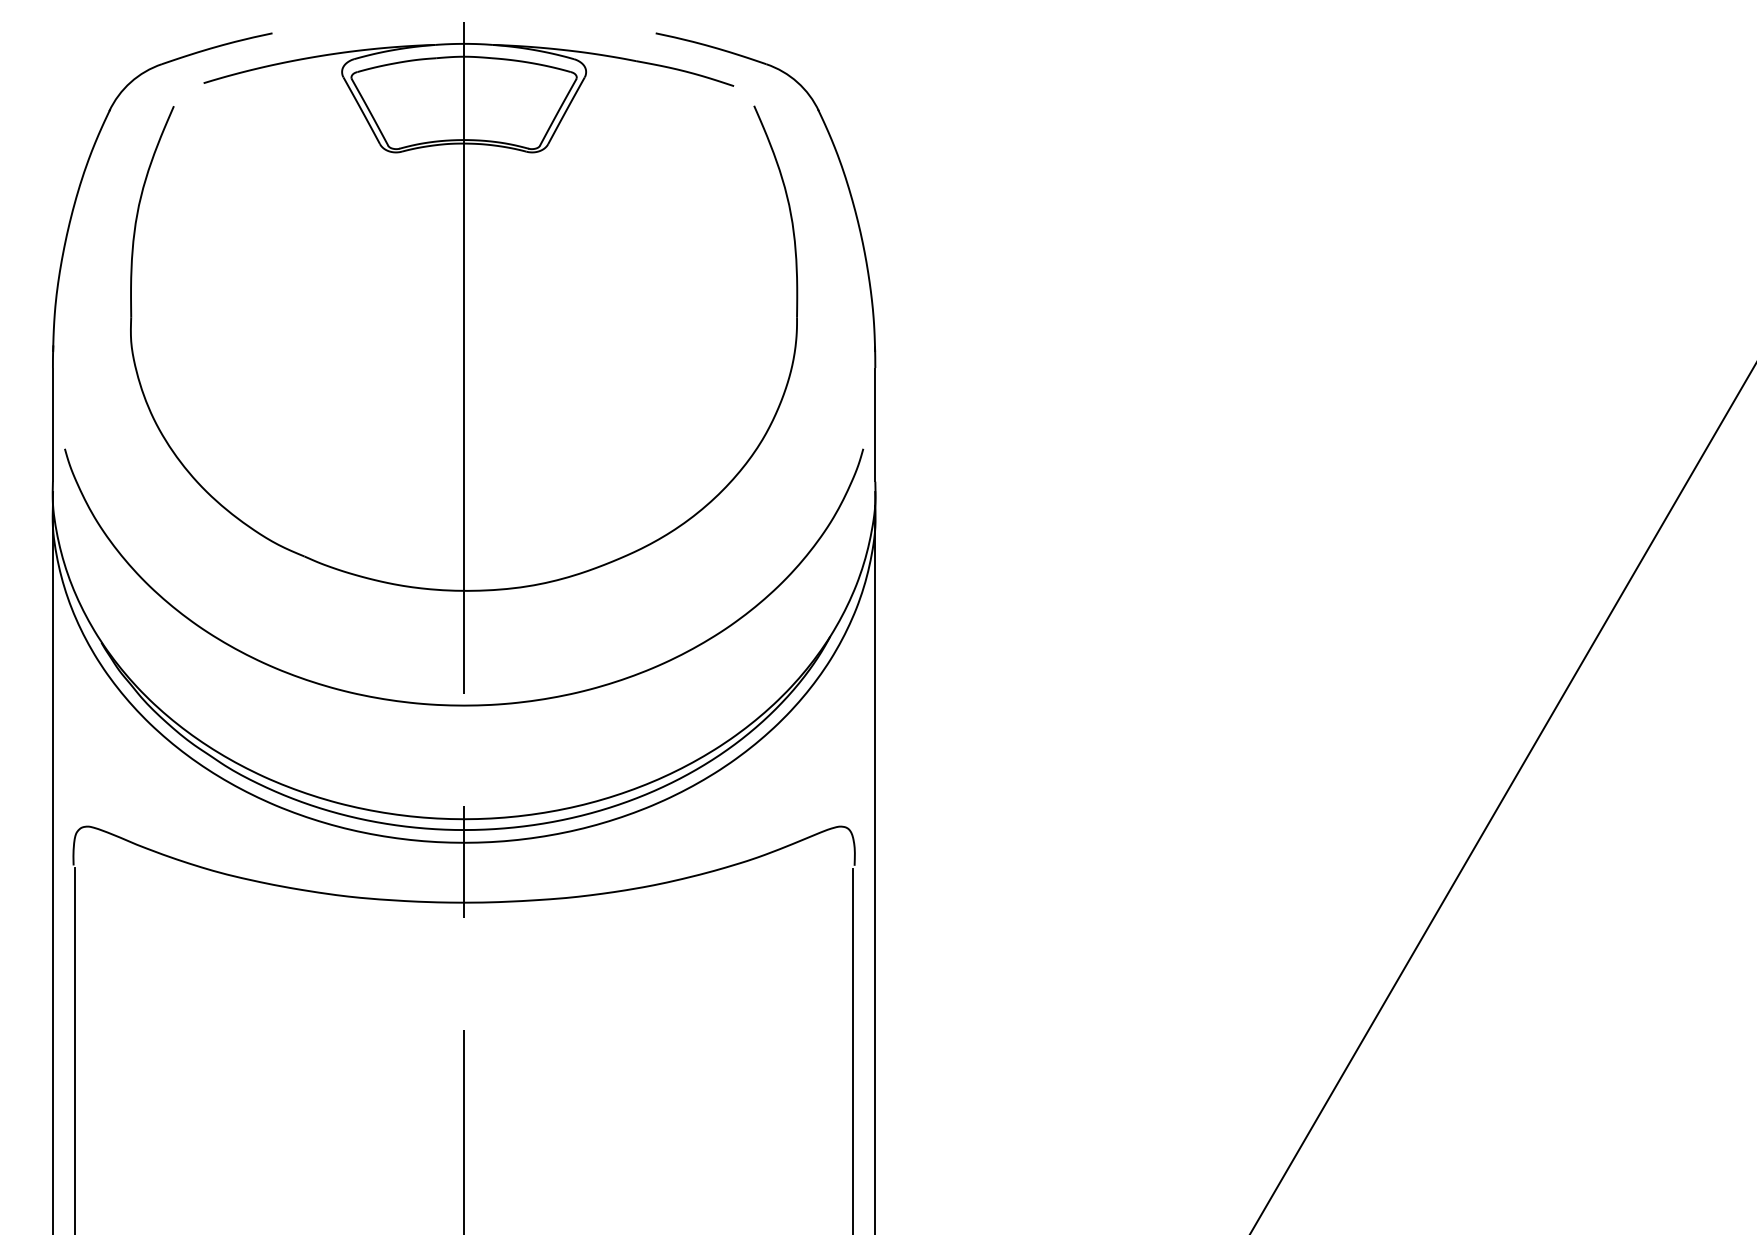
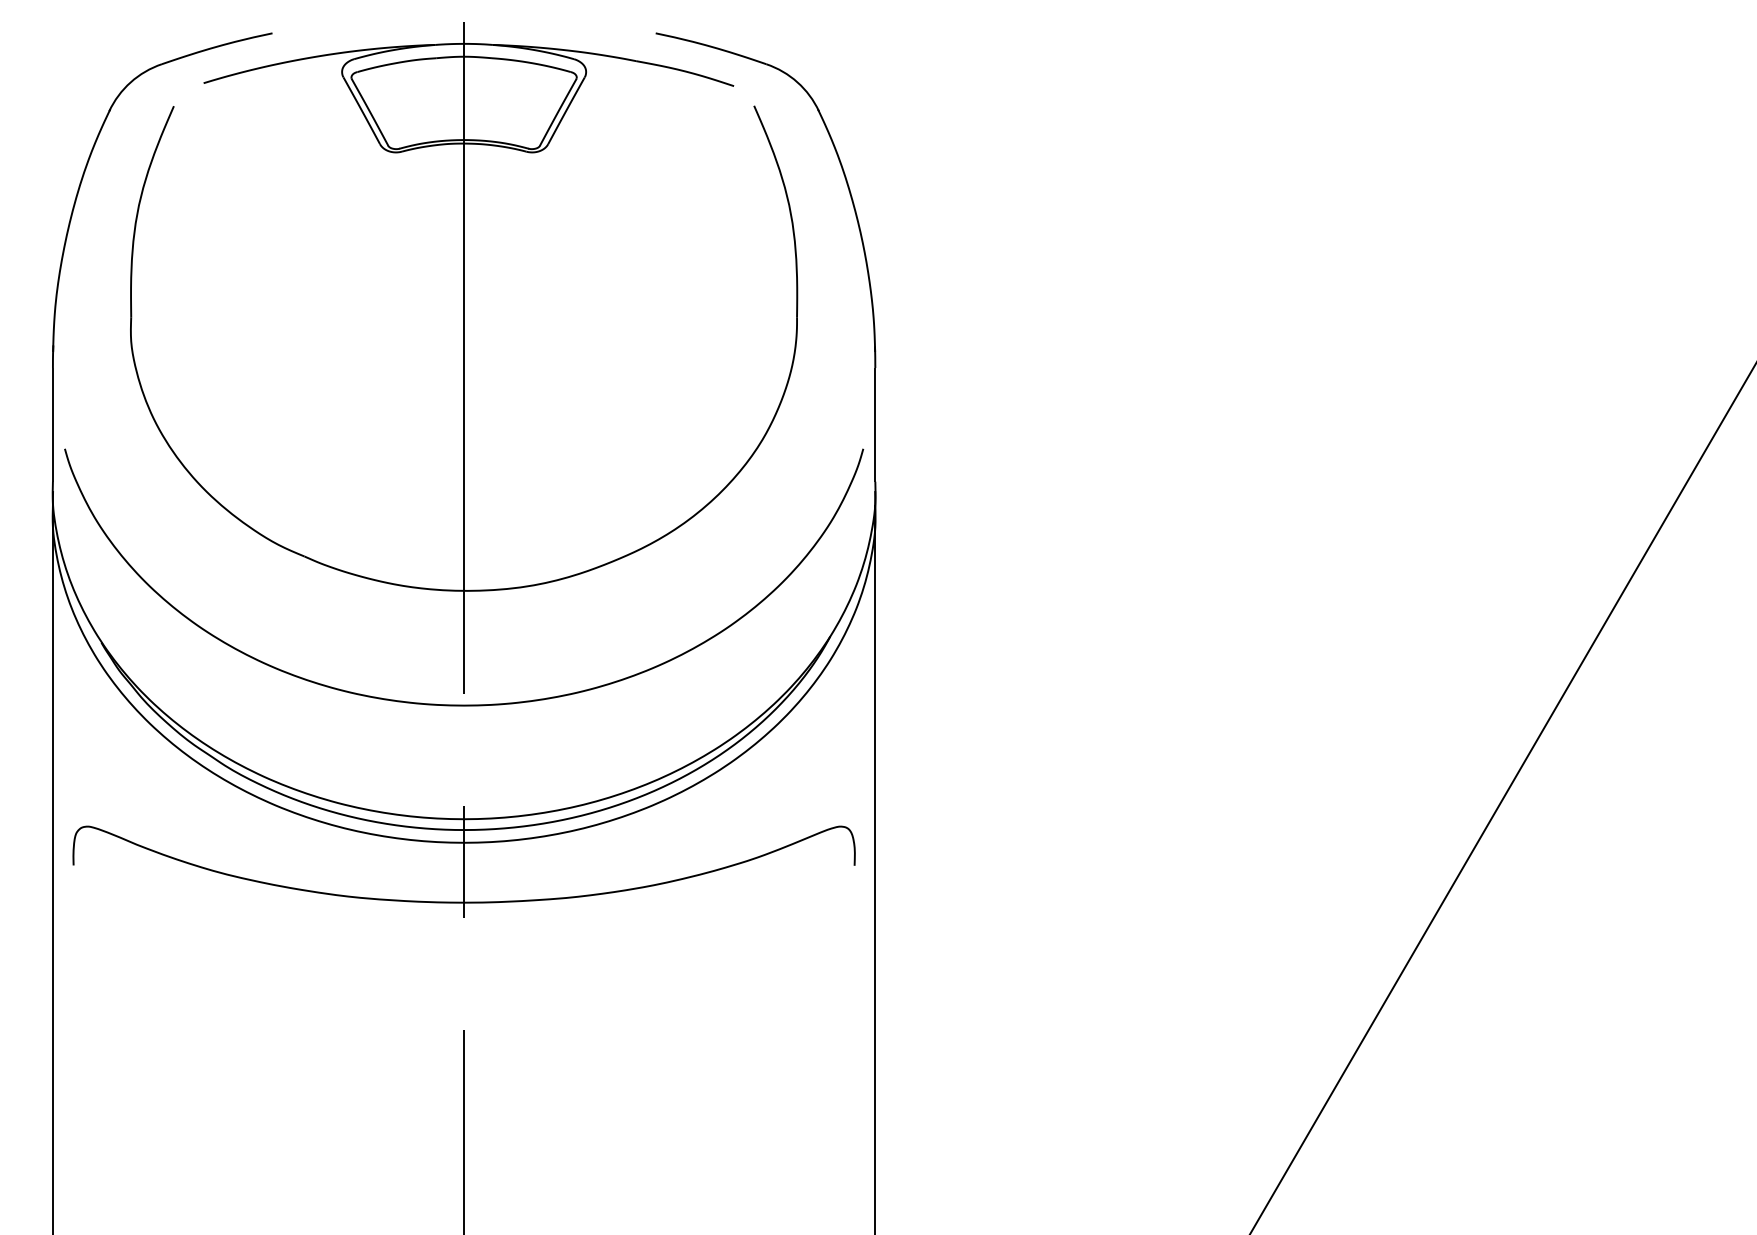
line at (75, 1049): present -> none
line at (852, 1049): present -> none
